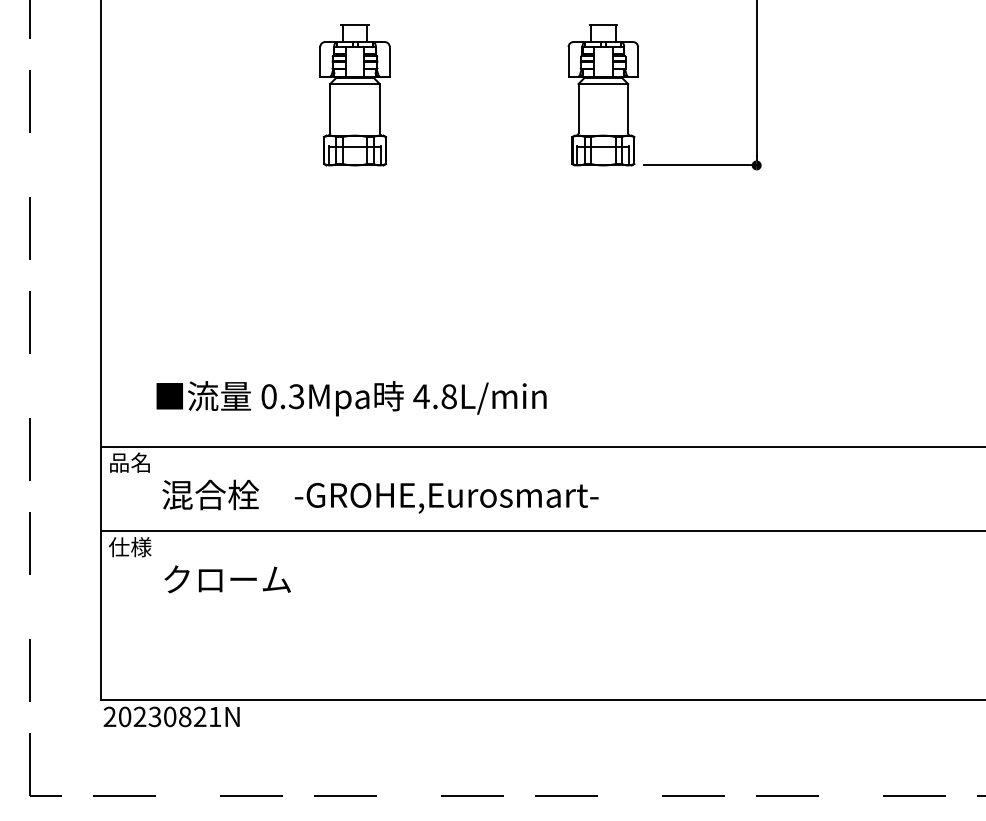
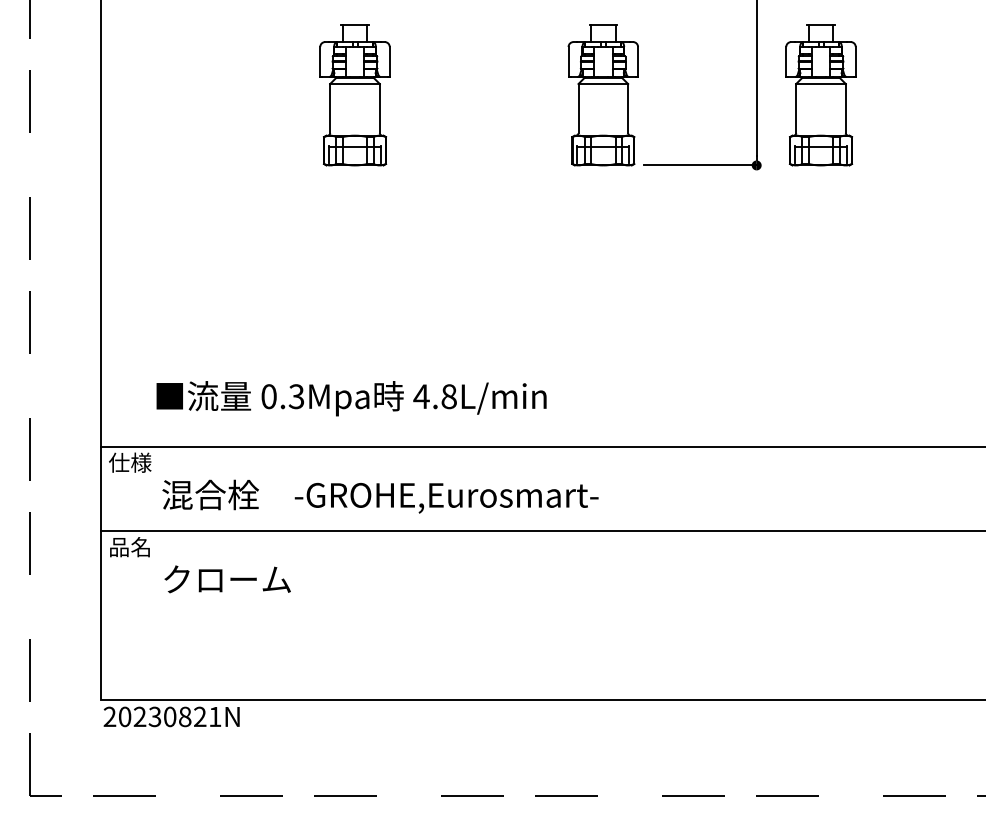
part at (820, 95): none -> present
text at (130, 462): 品名 -> 仕様
text at (130, 547): 仕様 -> 品名
